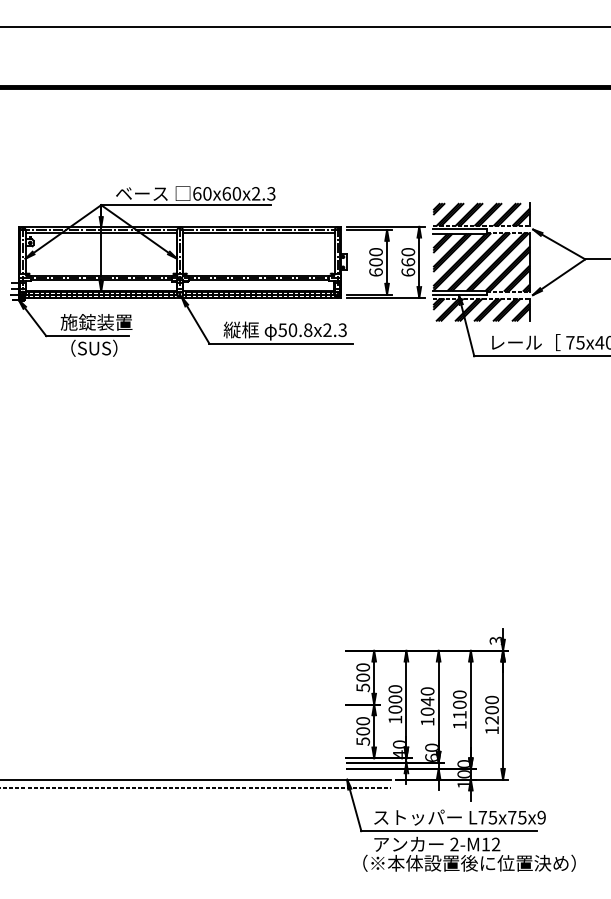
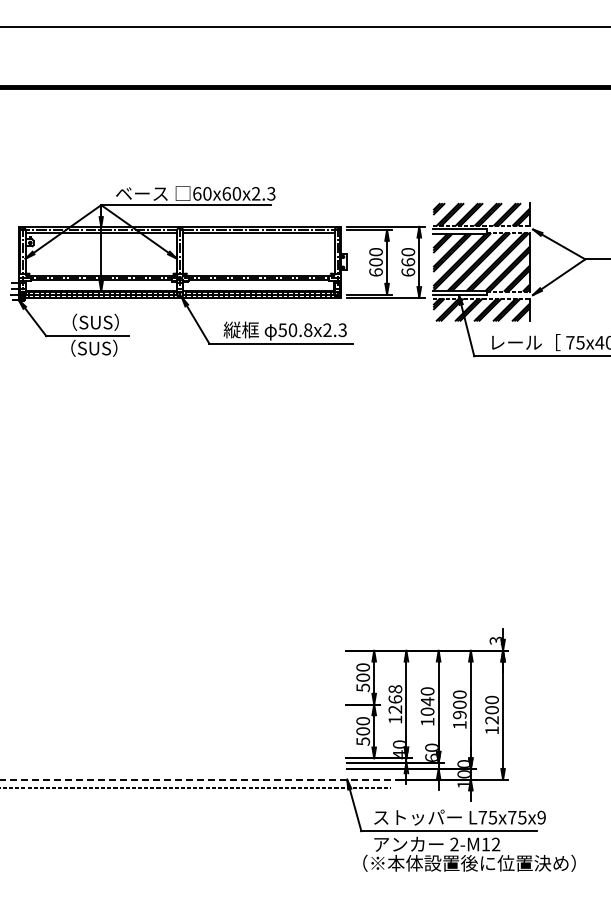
text at (96, 321): 施錠装置 -> （SUS）
text at (395, 699): 1000 -> 1268
text at (459, 715): 1100 -> 1900
line at (195, 779): solid -> dashed
